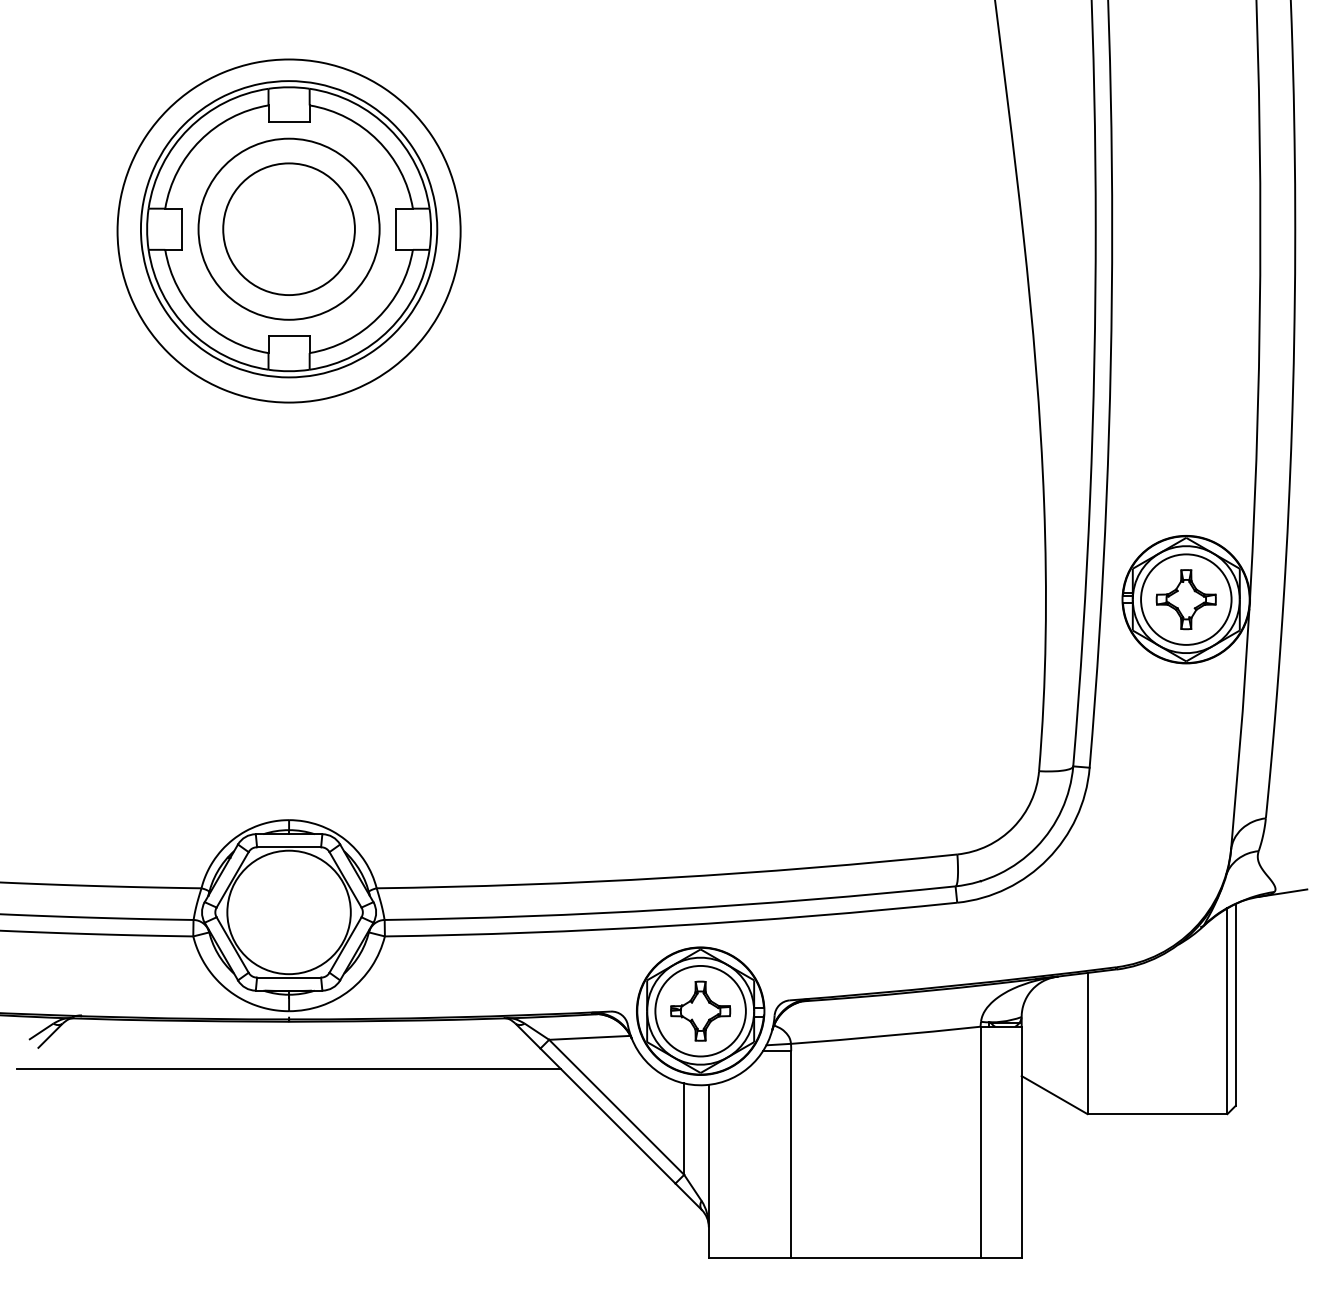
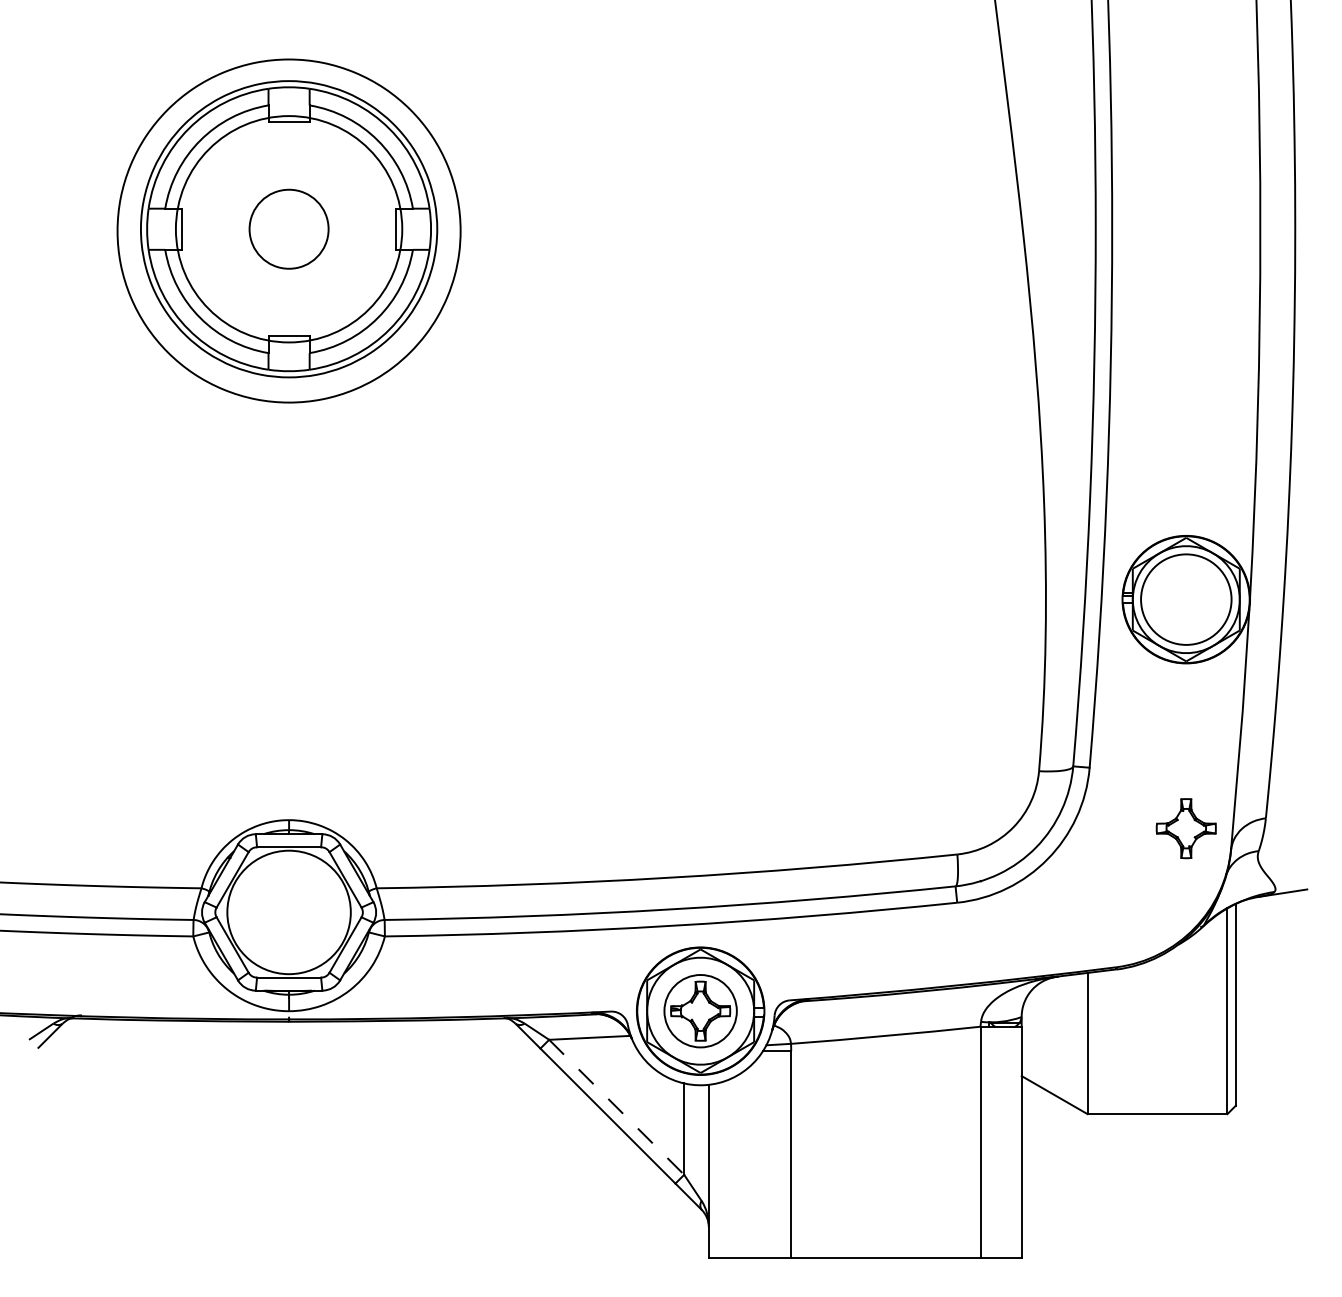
circle at (288, 228) diameter: 181 px -> 226 px
circle at (288, 229) diameter: 132 px -> 79 px
part at (1185, 599) position: (1185, 599) -> (1185, 828)
circle at (700, 1010) diameter: 91 px -> 72 px
line at (288, 1068): present -> none
line at (617, 1107): solid -> dashed
